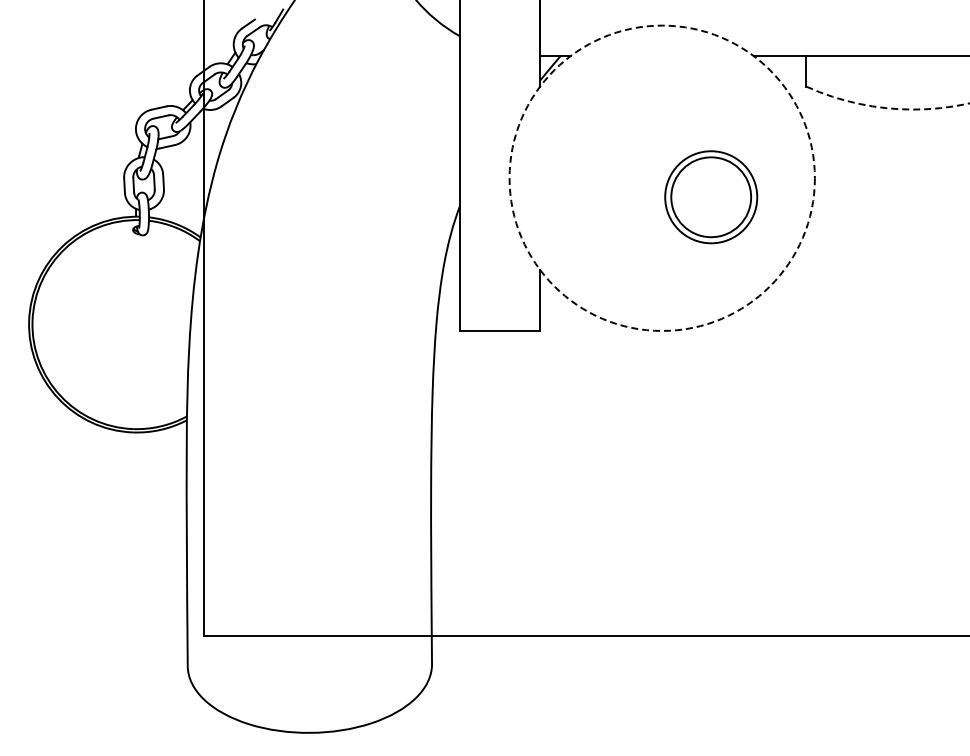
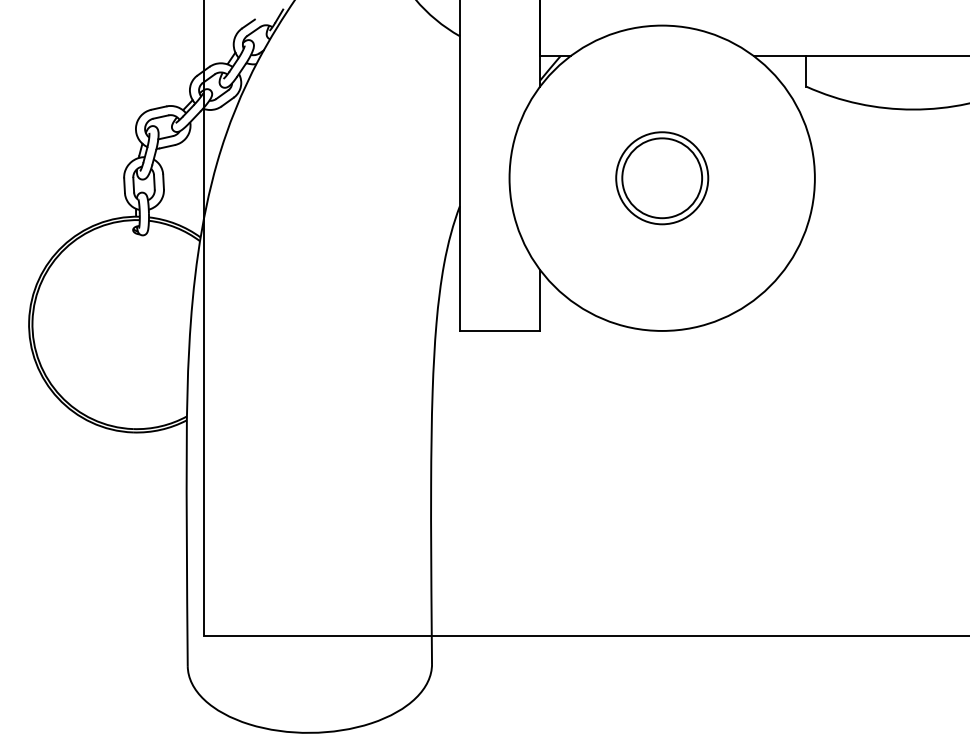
arc at (886, 108): dashed -> solid
circle at (661, 177): dashed -> solid
part at (711, 197) position: (711, 197) -> (662, 178)
